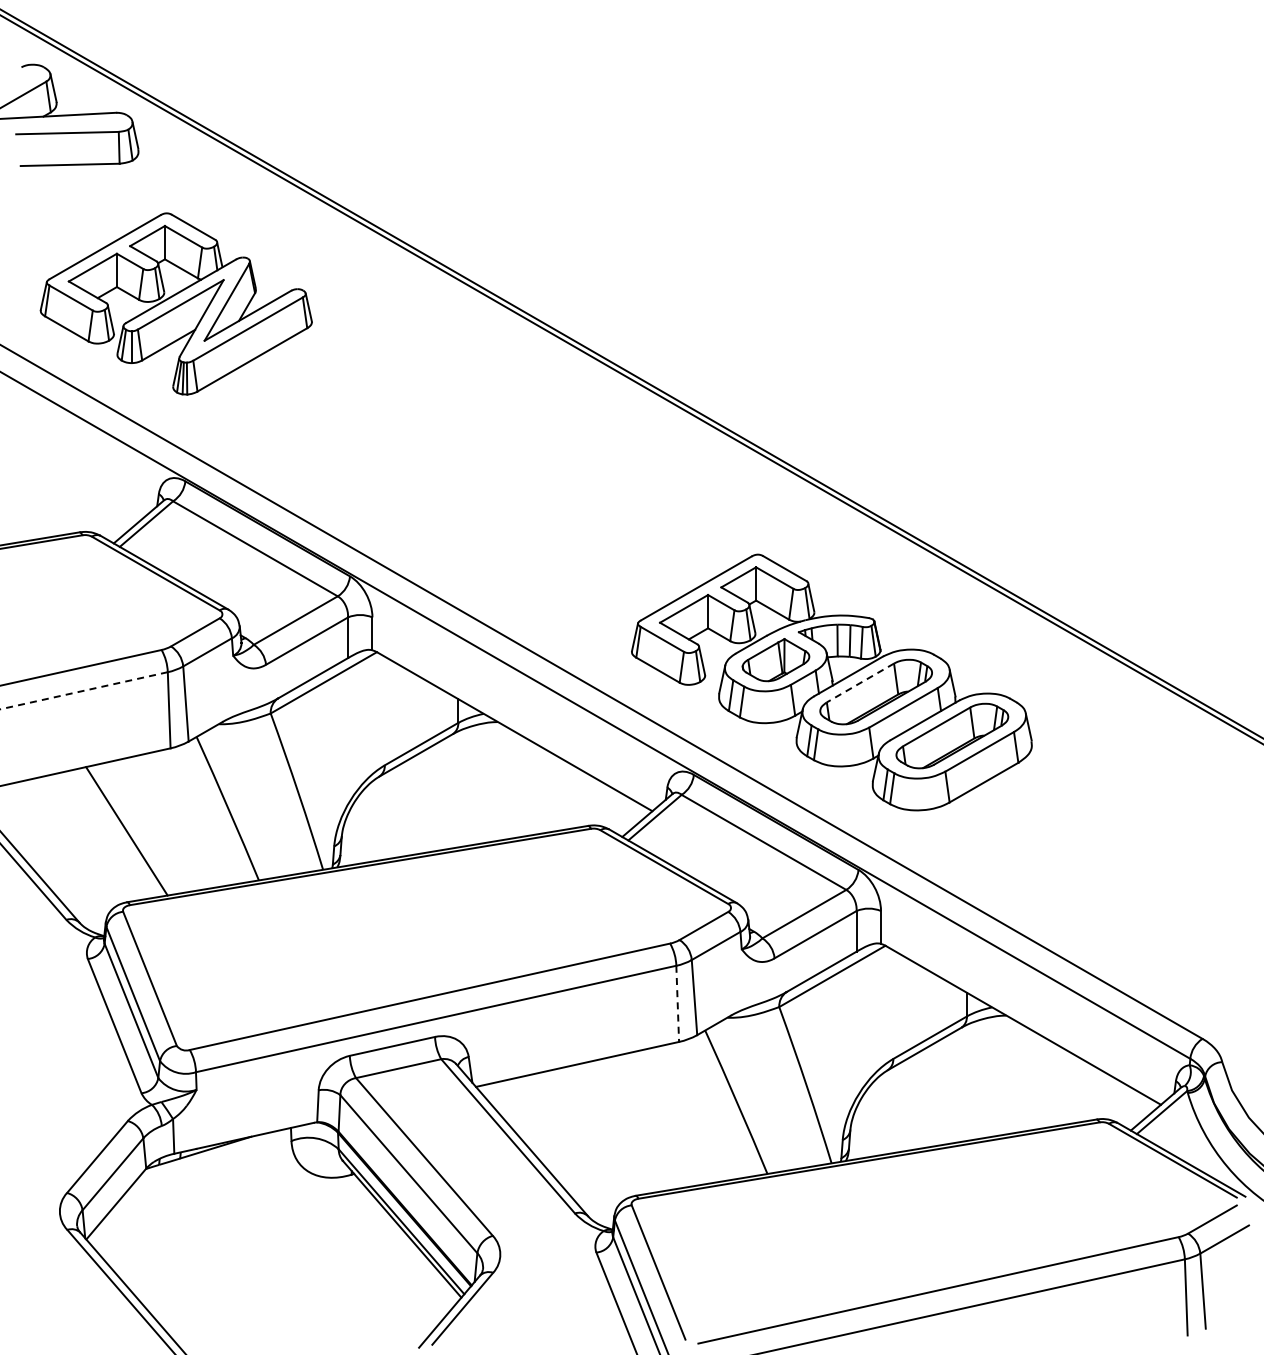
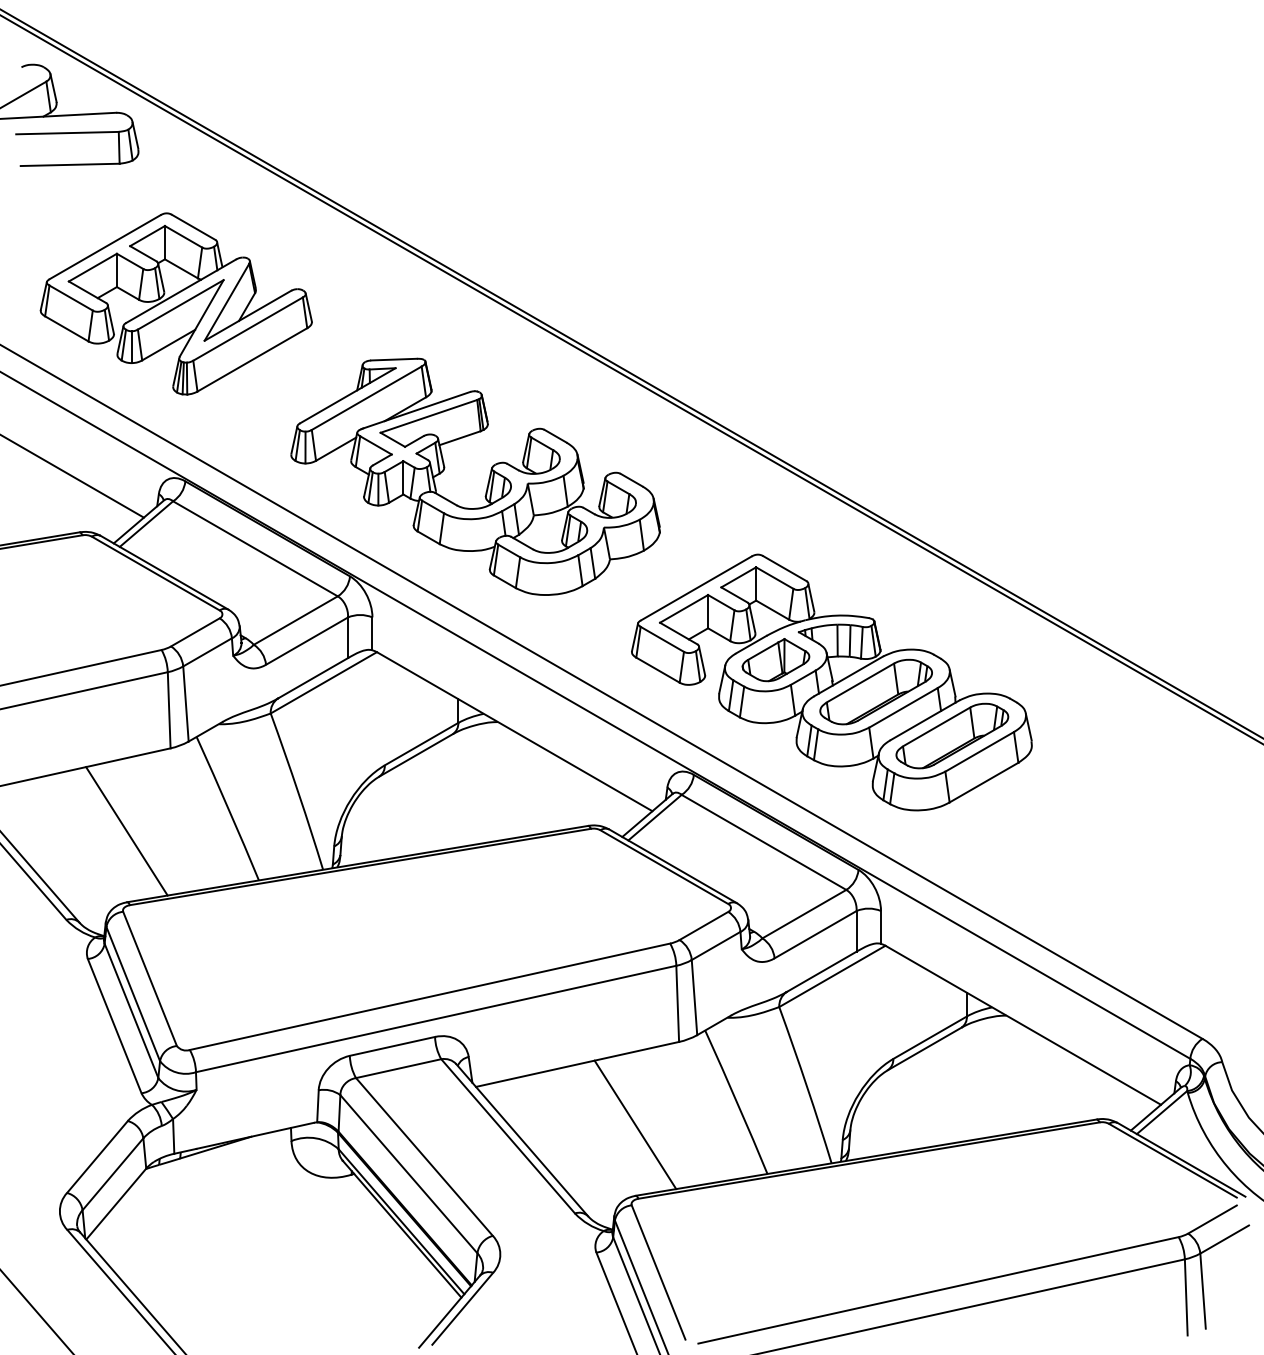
line at (72, 476): none -> present
part at (488, 478): none -> present
line at (860, 682): dashed -> solid
line at (83, 690): dashed -> solid
line at (677, 1004): dashed -> solid
line at (635, 1124): none -> present
line at (36, 1311): none -> present
